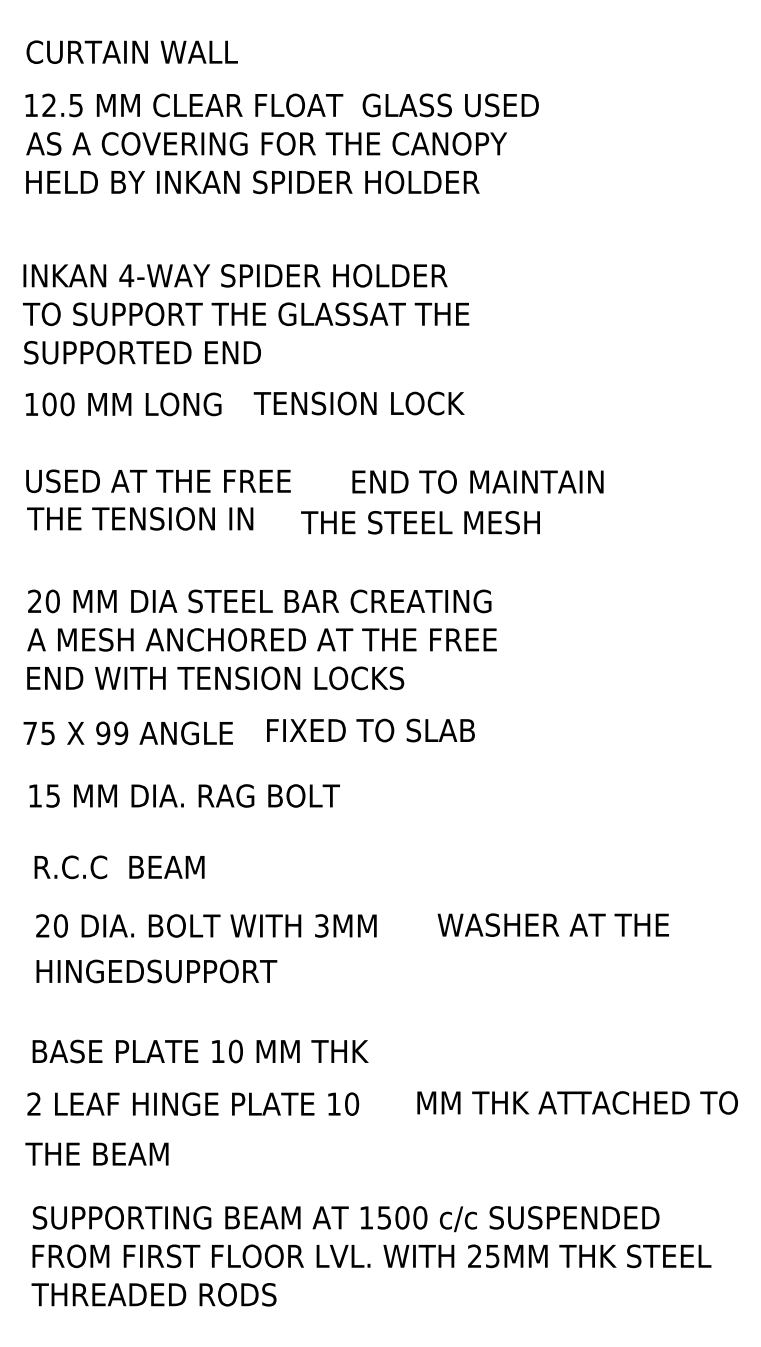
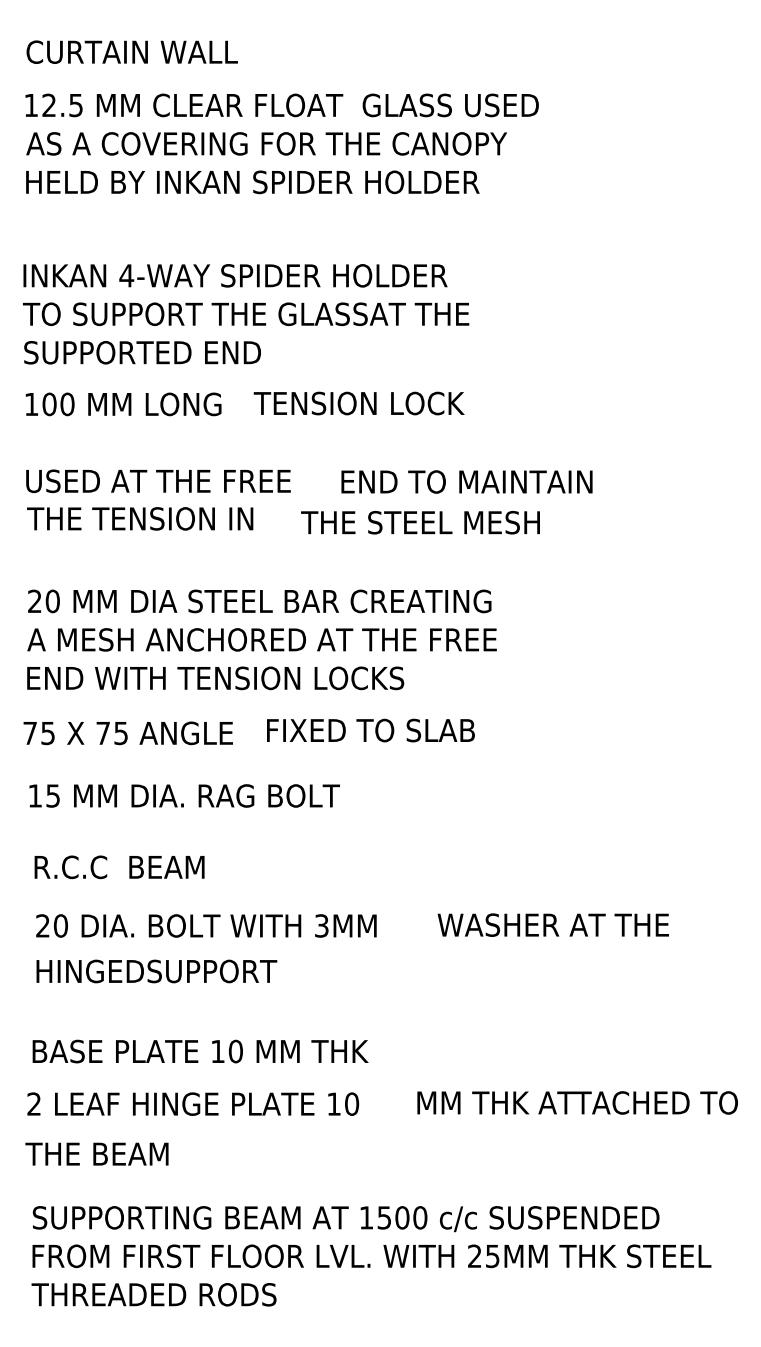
text at (477, 481) position: (477, 481) -> (466, 481)
text at (112, 733): 99 -> 75
